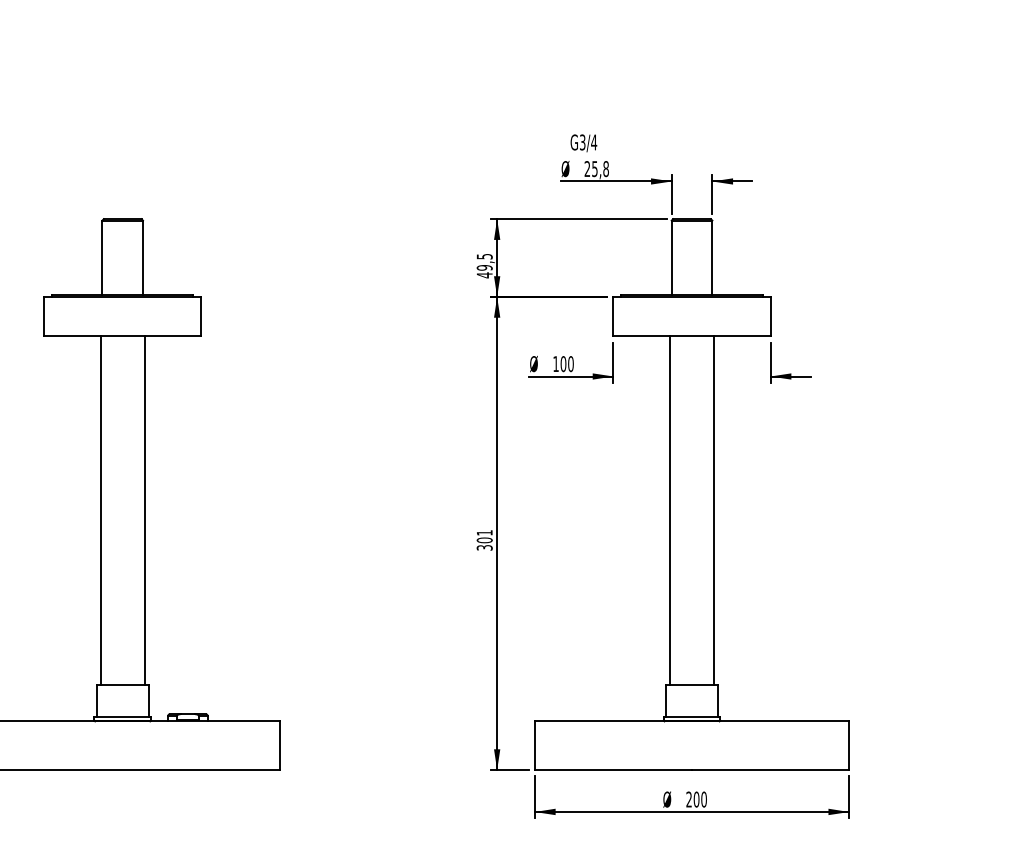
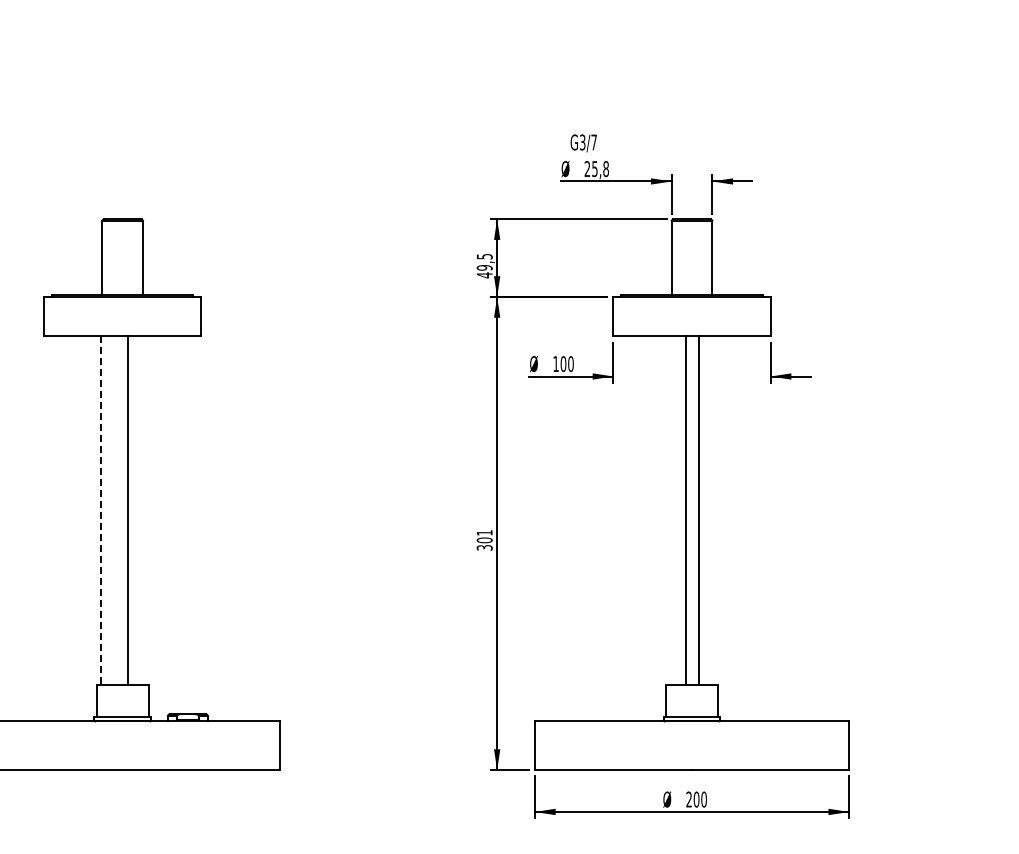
text at (594, 142): G3/4 -> G3/7
line at (144, 510) position: (144, 510) -> (127, 510)
line at (670, 510) position: (670, 510) -> (686, 510)
line at (714, 510) position: (714, 510) -> (699, 510)
line at (100, 511): solid -> dashed
